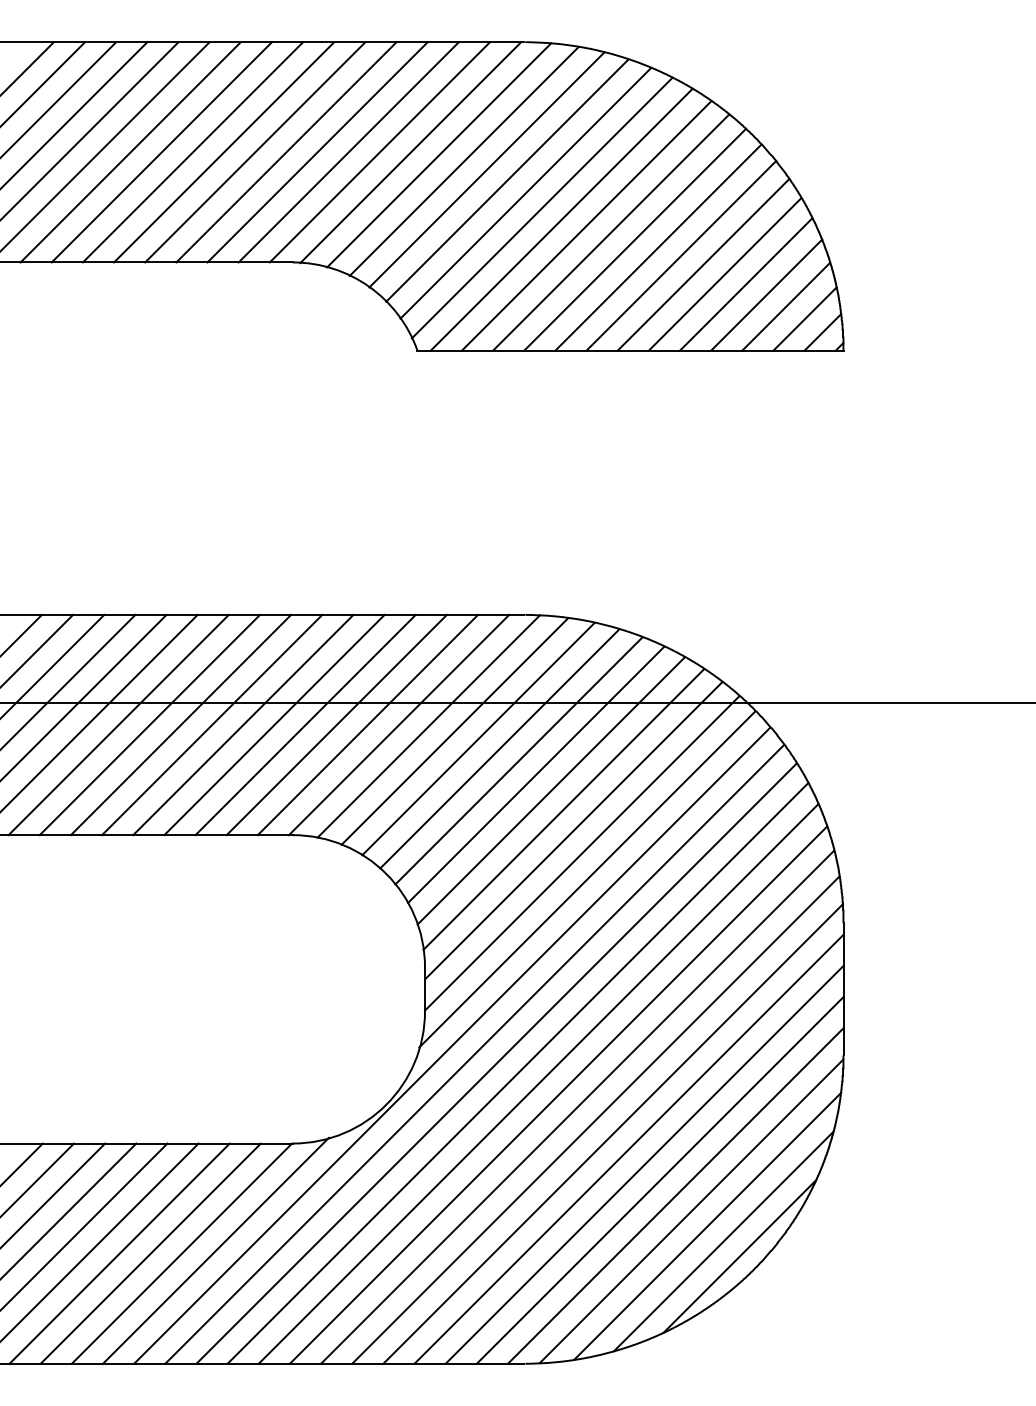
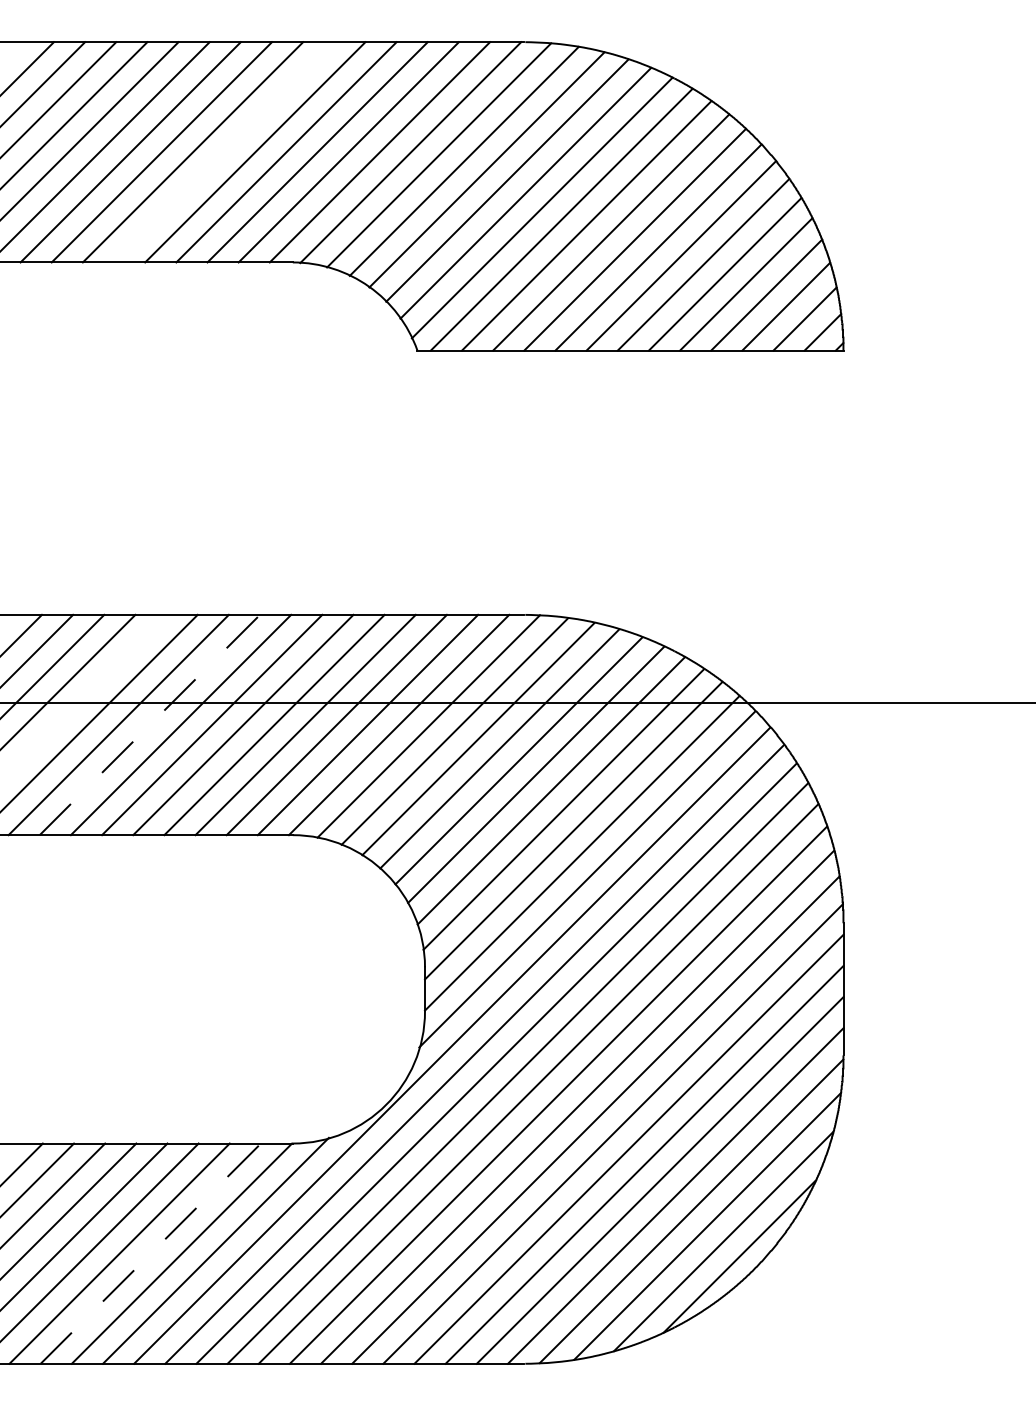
line at (224, 152): present -> none
line at (84, 696): present -> none
line at (149, 725): solid -> dashed
line at (150, 1253): solid -> dashed
